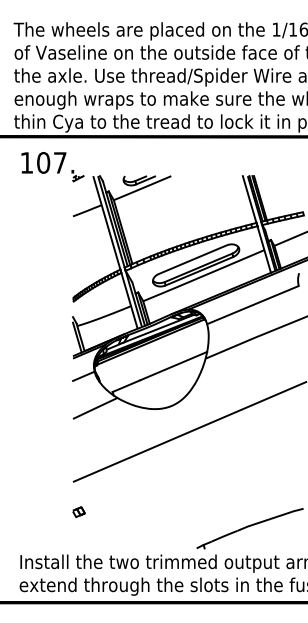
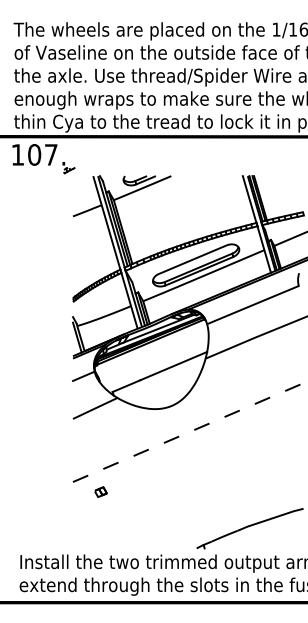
part at (52, 167) position: (52, 167) -> (43, 159)
line at (189, 432): solid -> dashed
part at (78, 511) position: (78, 511) -> (100, 491)
